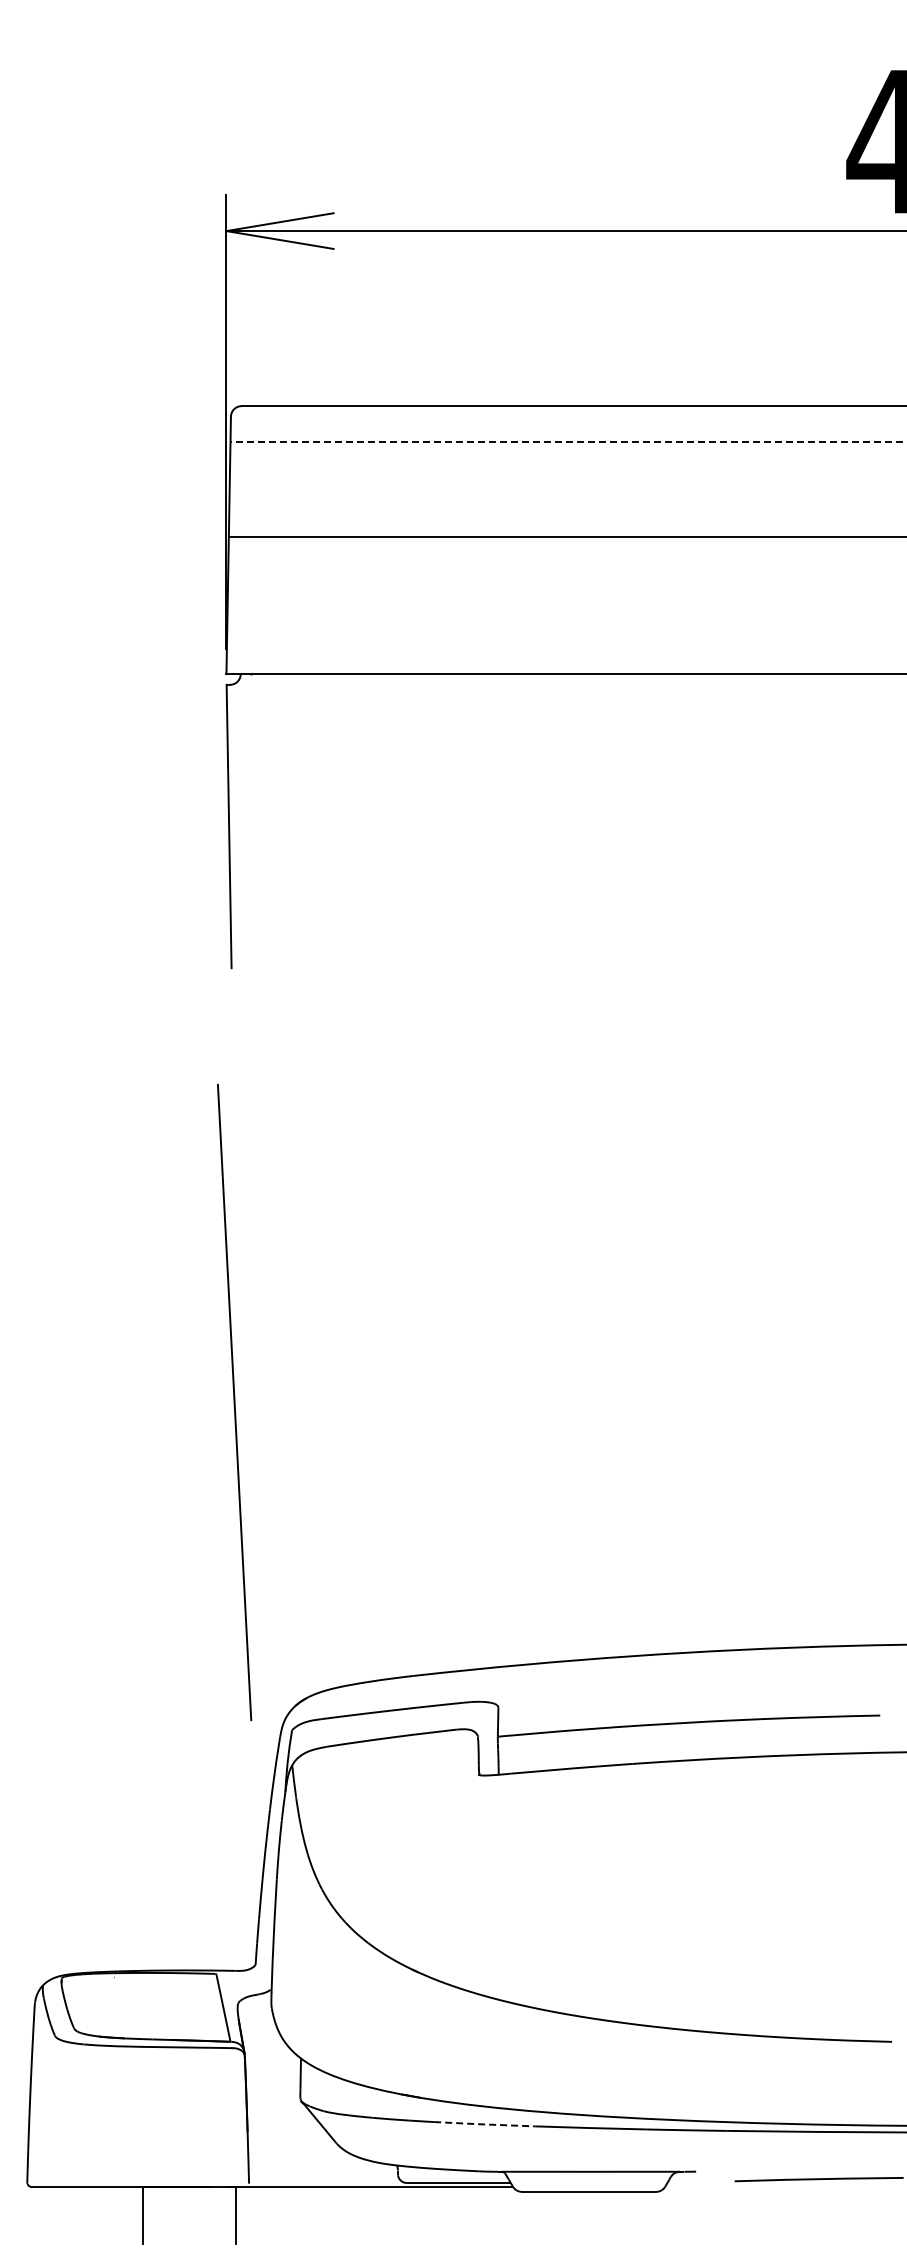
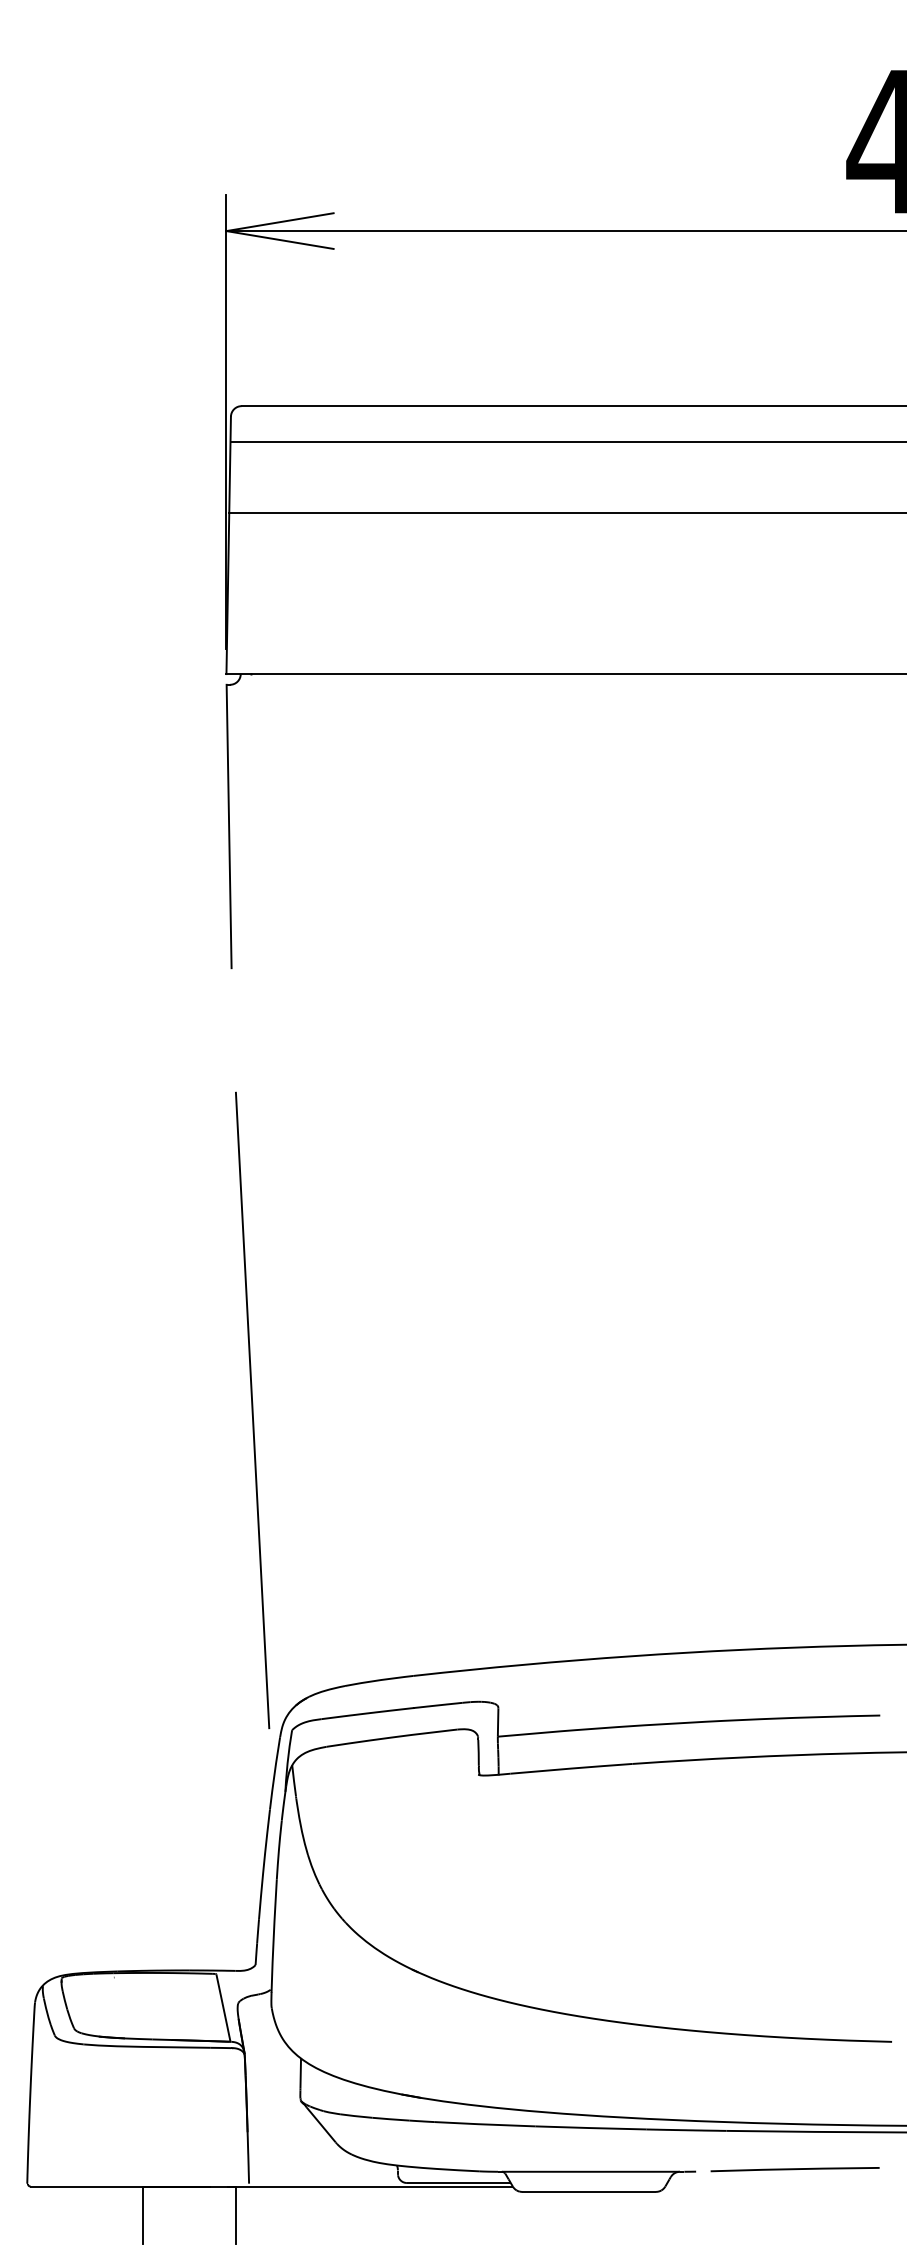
line at (568, 441): dashed -> solid
line at (566, 537) position: (566, 537) -> (566, 513)
line at (234, 1402) position: (234, 1402) -> (252, 1410)
line at (484, 2124): dashed -> solid
line at (818, 2179) position: (818, 2179) -> (794, 2169)
